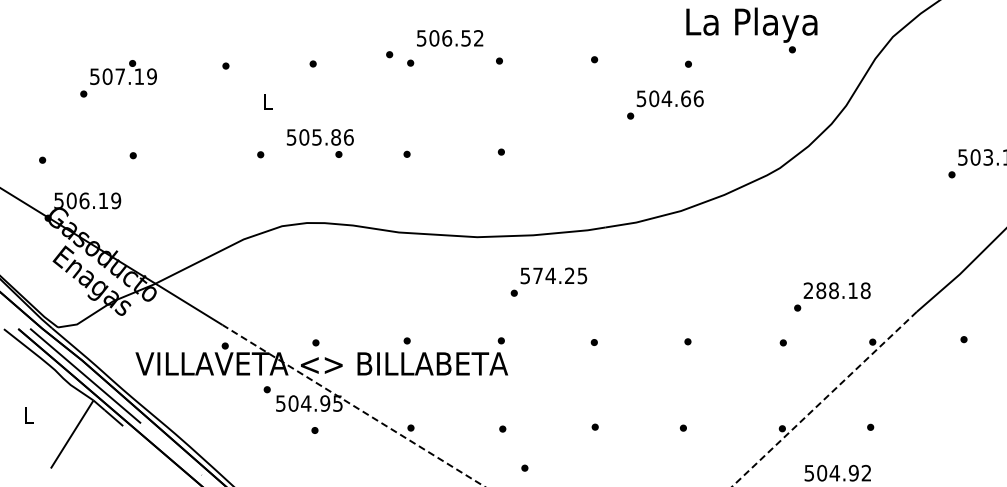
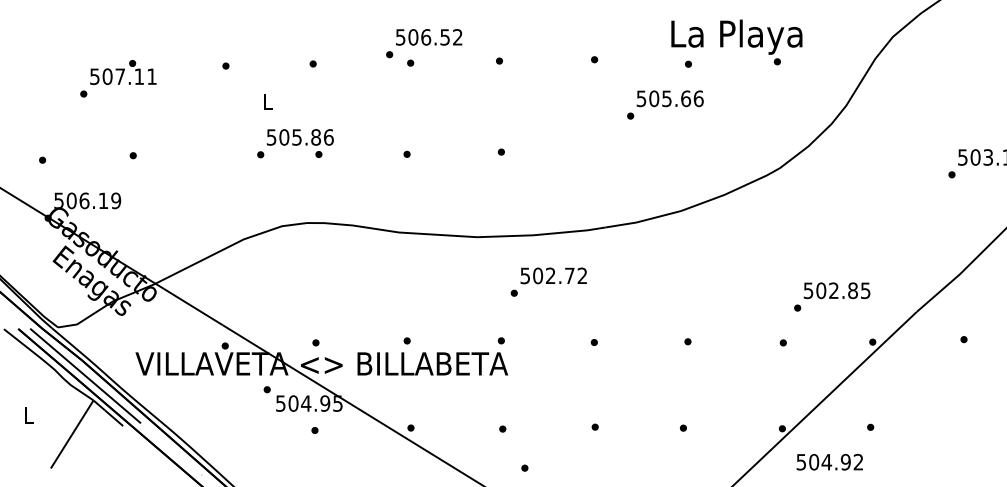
text at (751, 30) position: (751, 30) -> (736, 42)
text at (450, 38) position: (450, 38) -> (429, 37)
text at (151, 76): 507.19 -> 507.11
text at (666, 98): 504.66 -> 505.66
text at (320, 143) position: (320, 143) -> (300, 143)
text at (560, 275): 574.25 -> 502.72
text at (836, 290): 288.18 -> 502.85
line at (823, 399): dashed -> solid
line at (353, 405): dashed -> solid
text at (837, 473) position: (837, 473) -> (829, 462)
